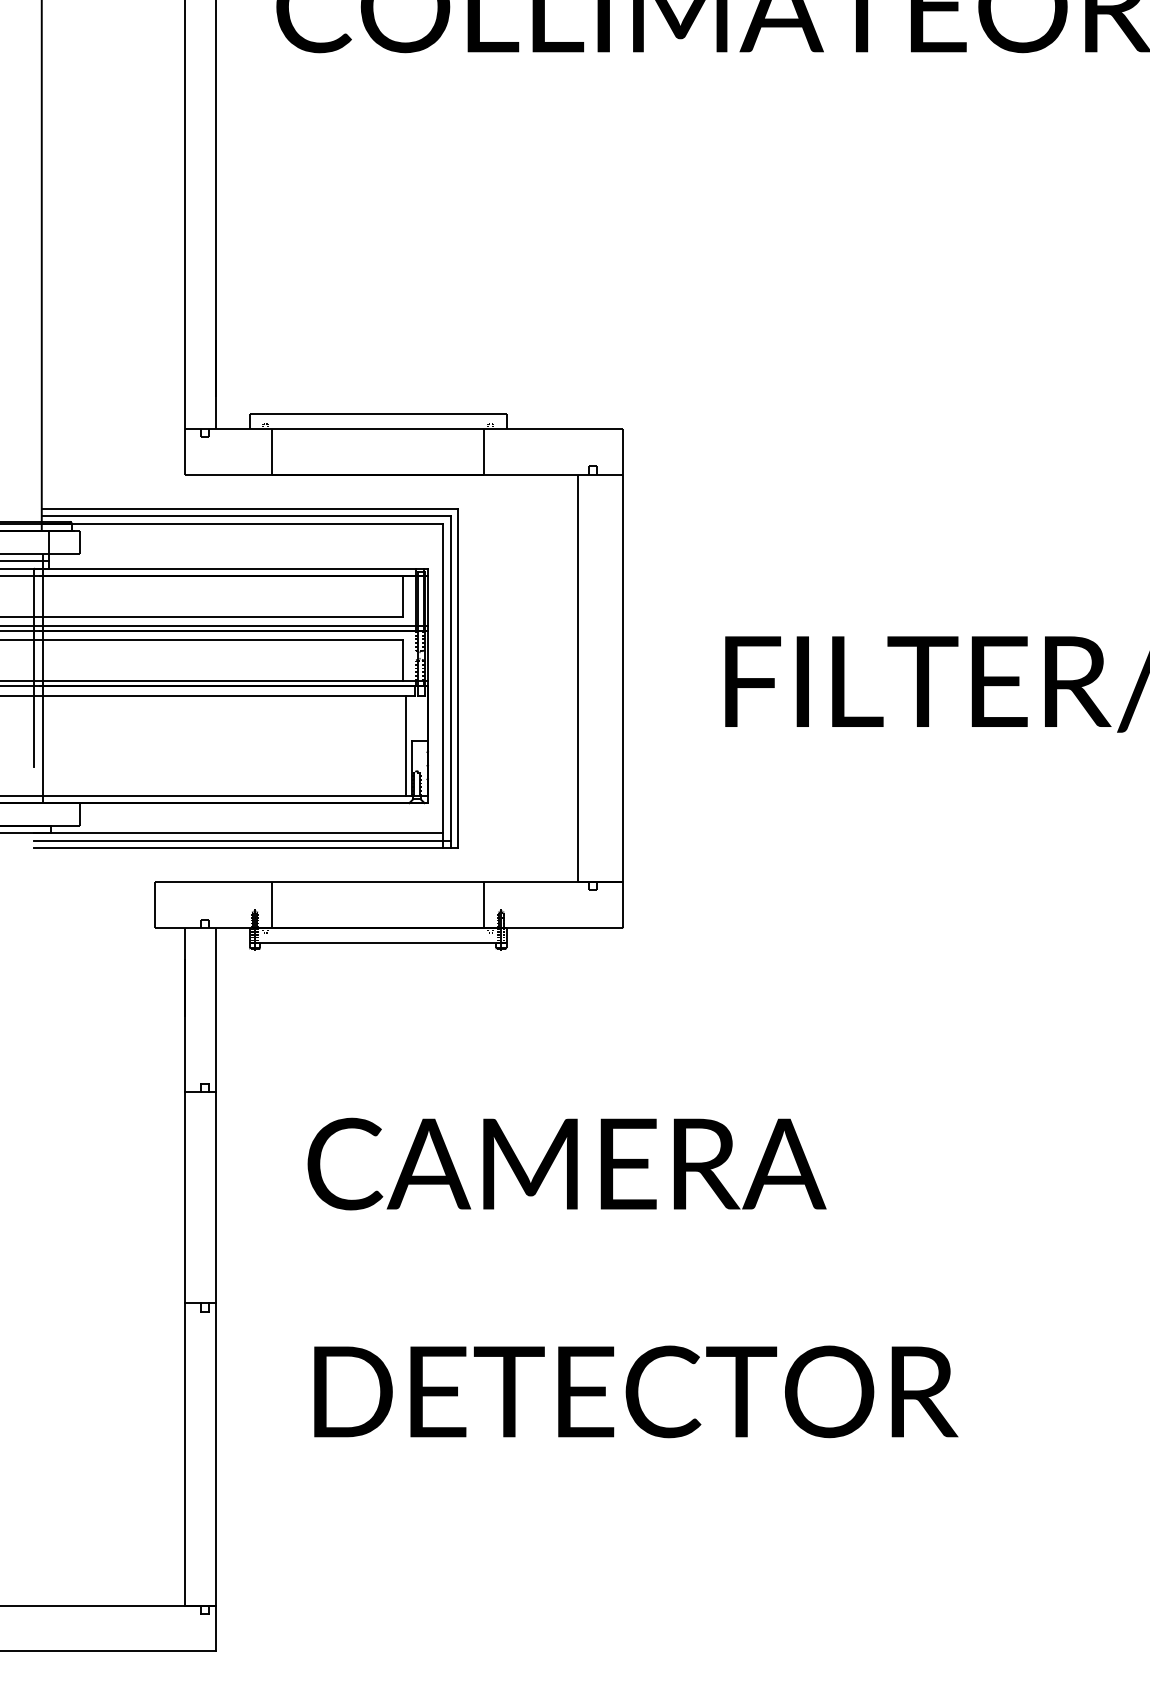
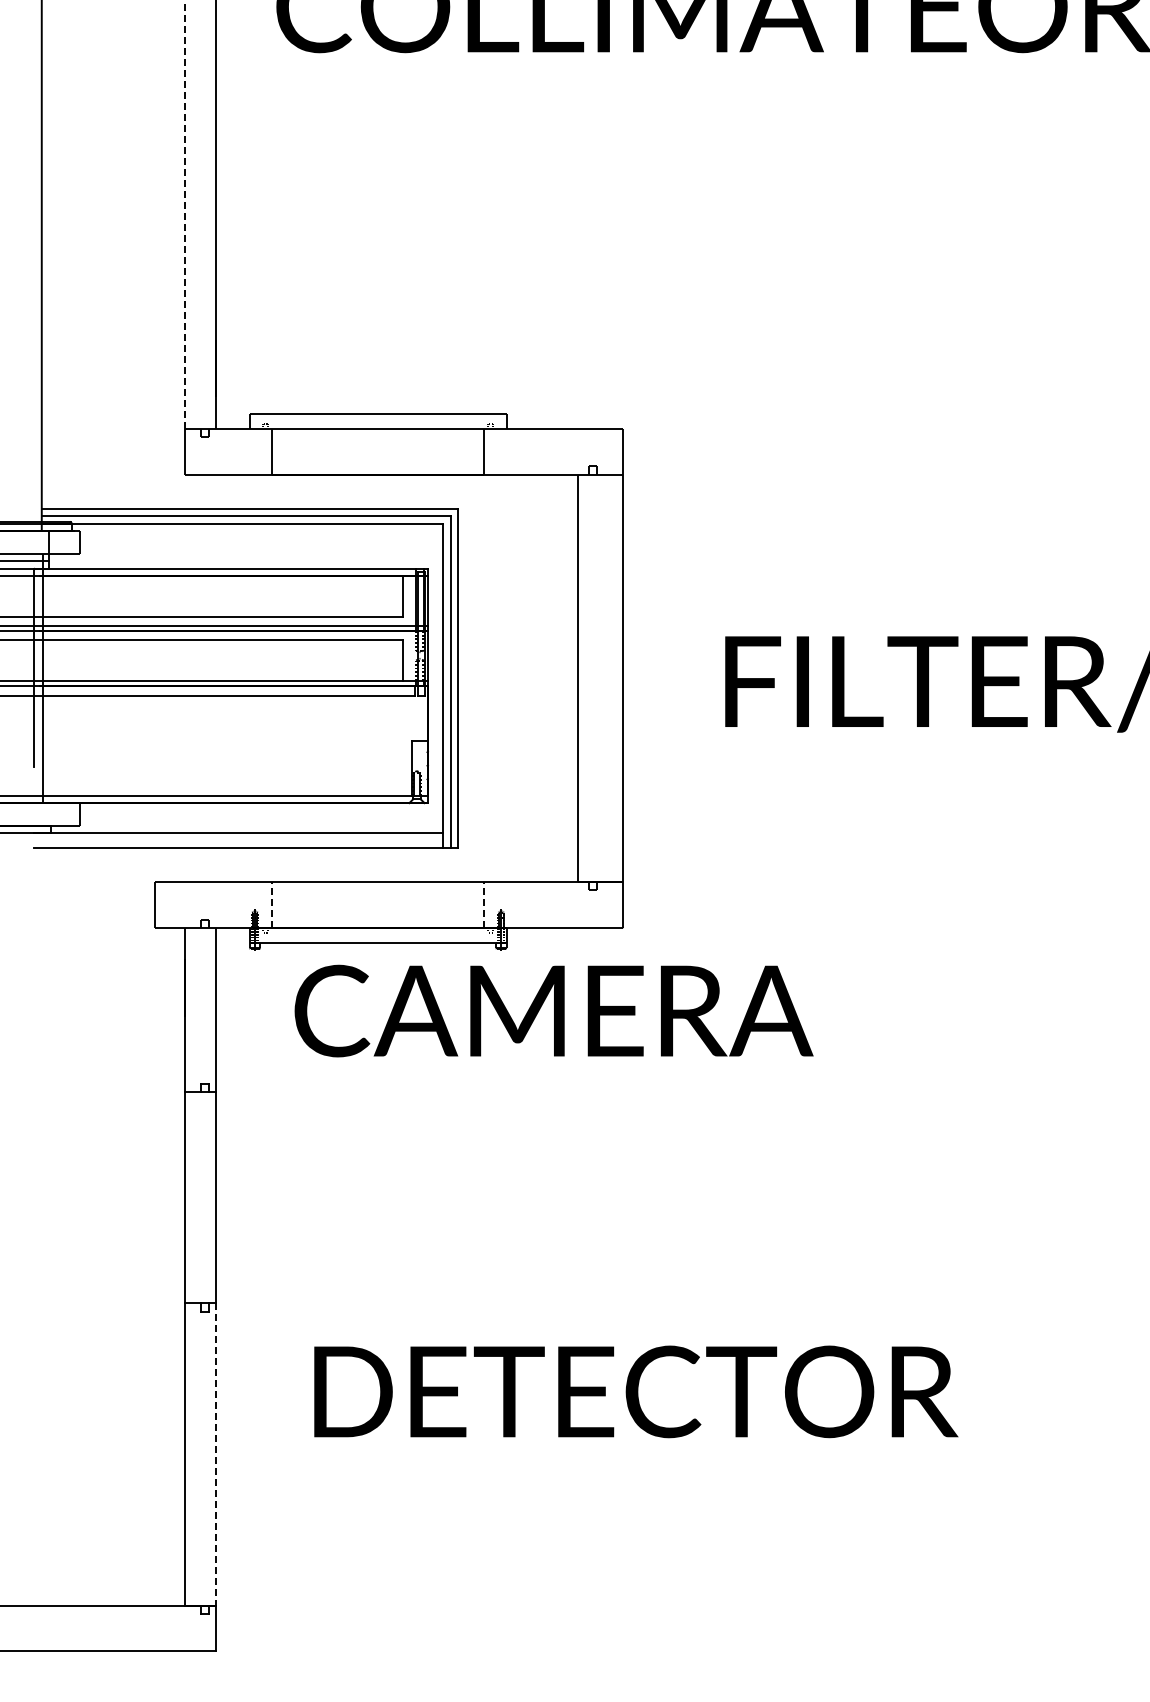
line at (185, 215): solid -> dashed
line at (406, 745): present -> none
line at (242, 840): present -> none
line at (272, 905): solid -> dashed
line at (483, 905): solid -> dashed
text at (566, 1163) position: (566, 1163) -> (553, 1010)
line at (215, 1455): solid -> dashed
